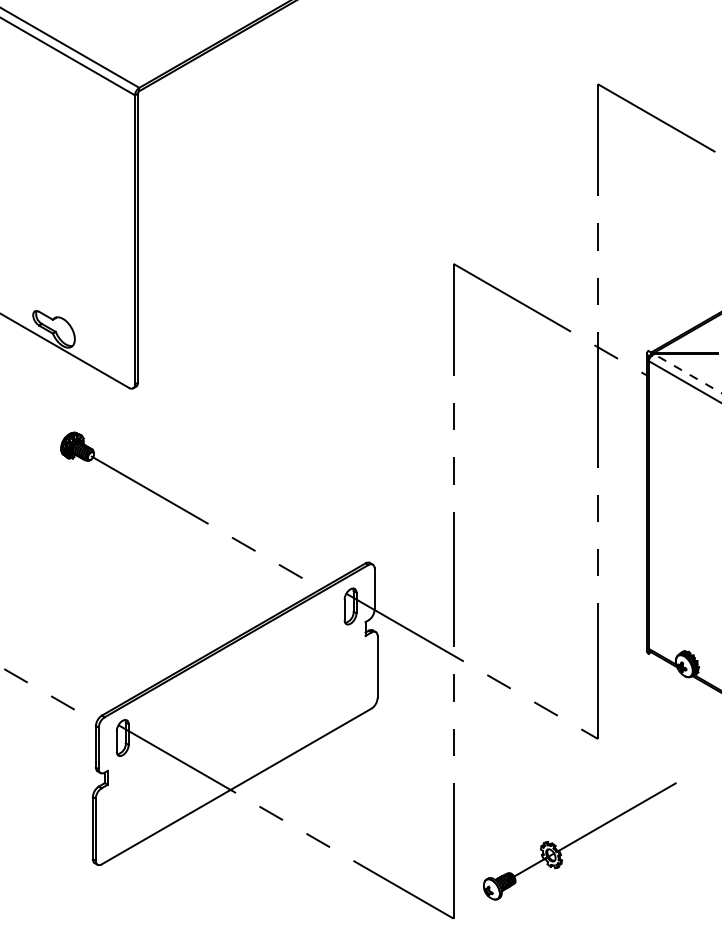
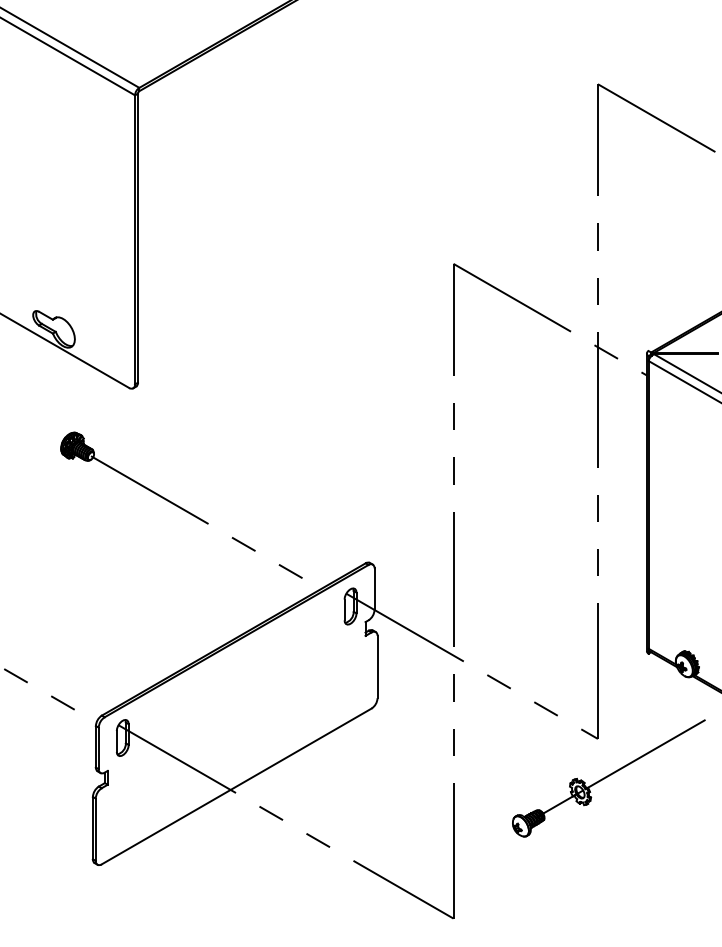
line at (687, 373): dashed -> solid
part at (579, 841) position: (579, 841) -> (608, 778)
